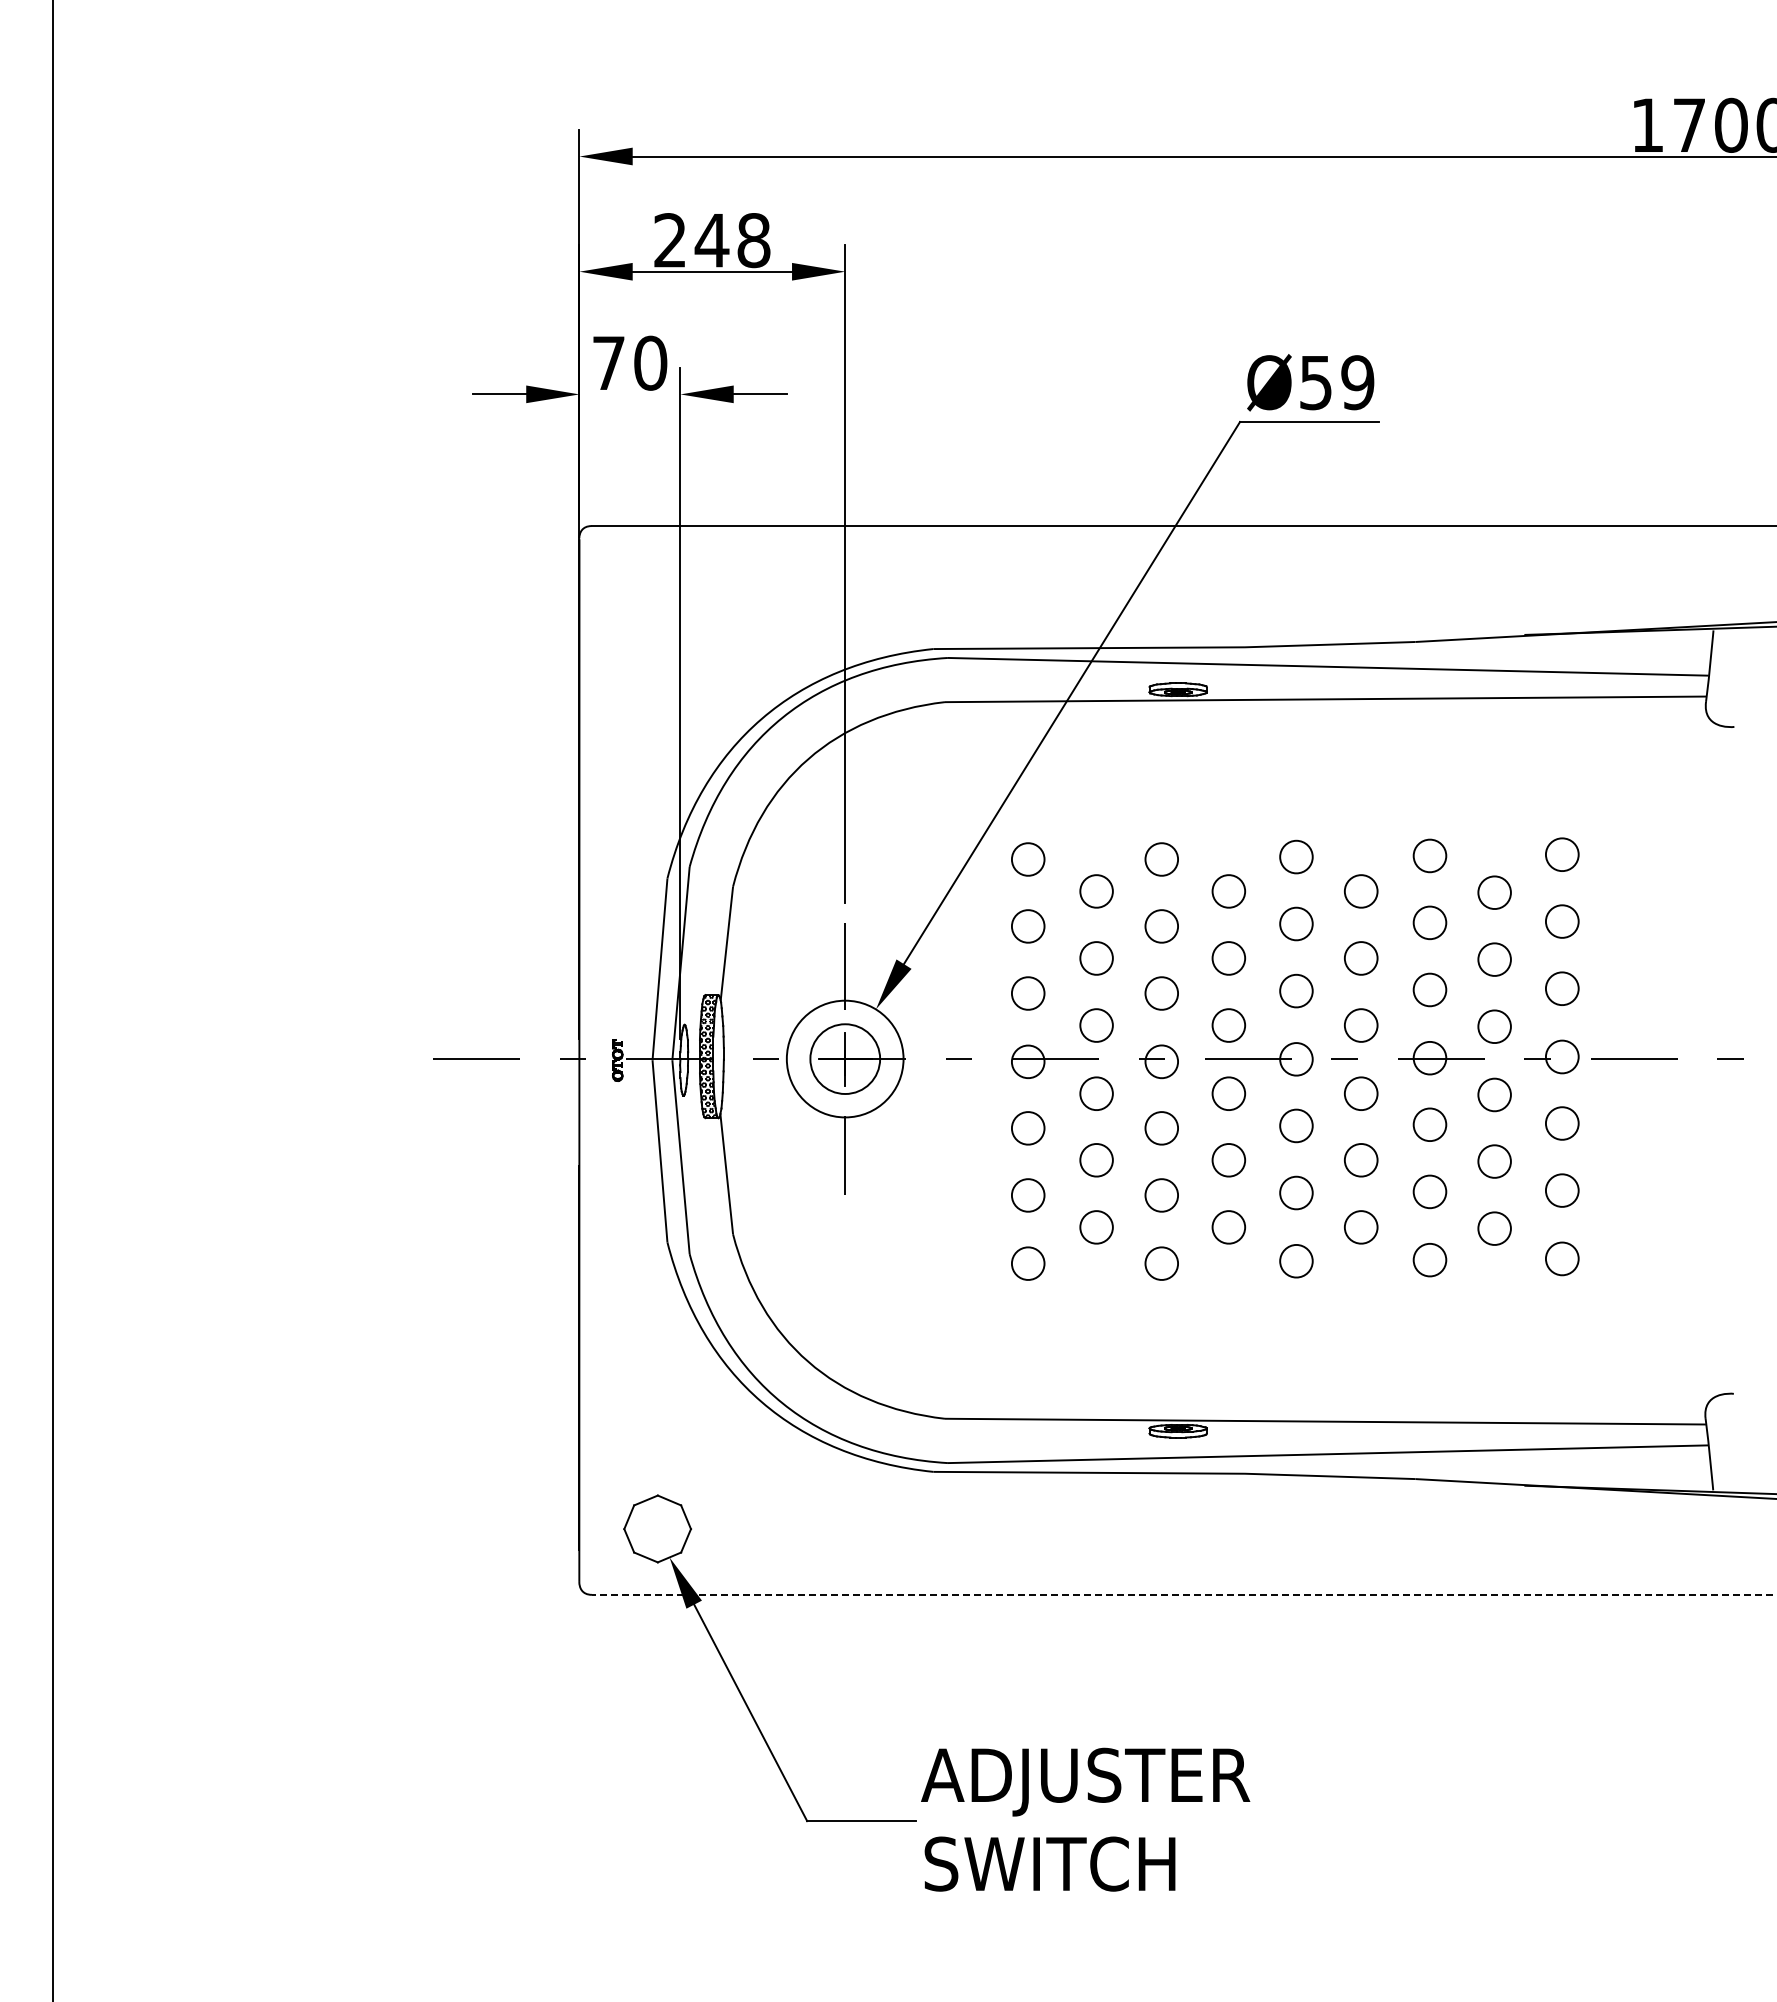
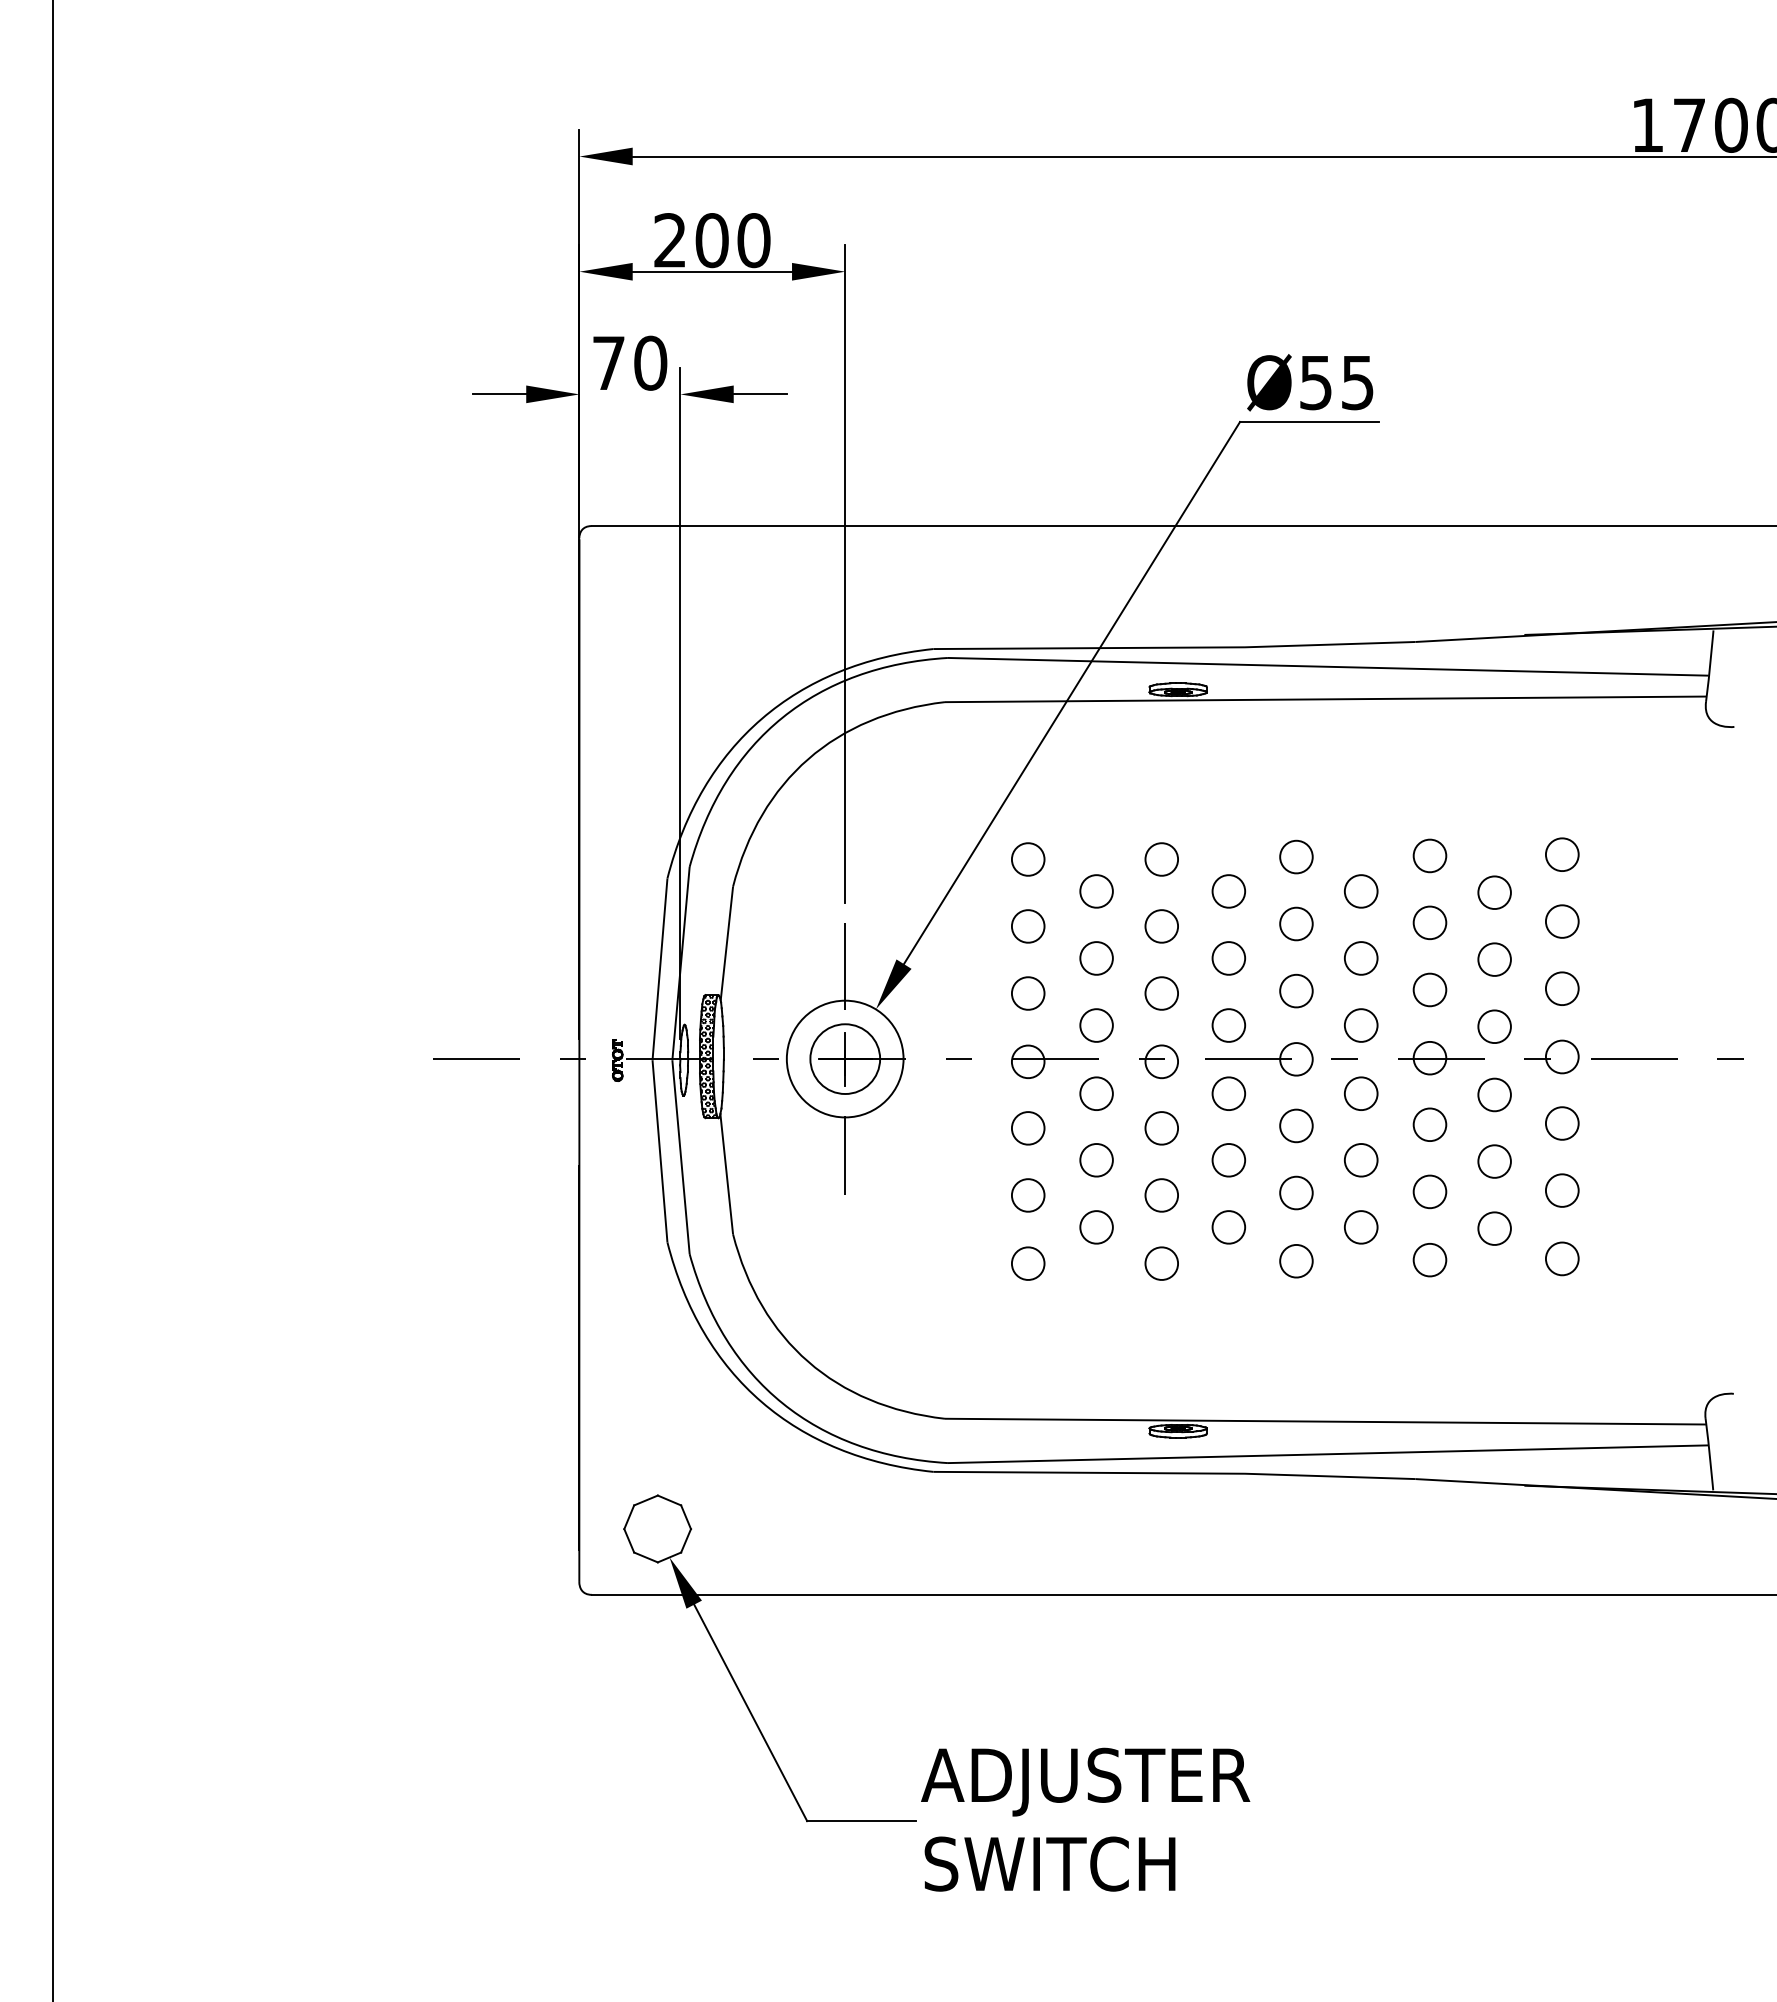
text at (732, 240): 248 -> 200
text at (1357, 382): Ø59 -> Ø55
line at (1183, 1594): dashed -> solid
